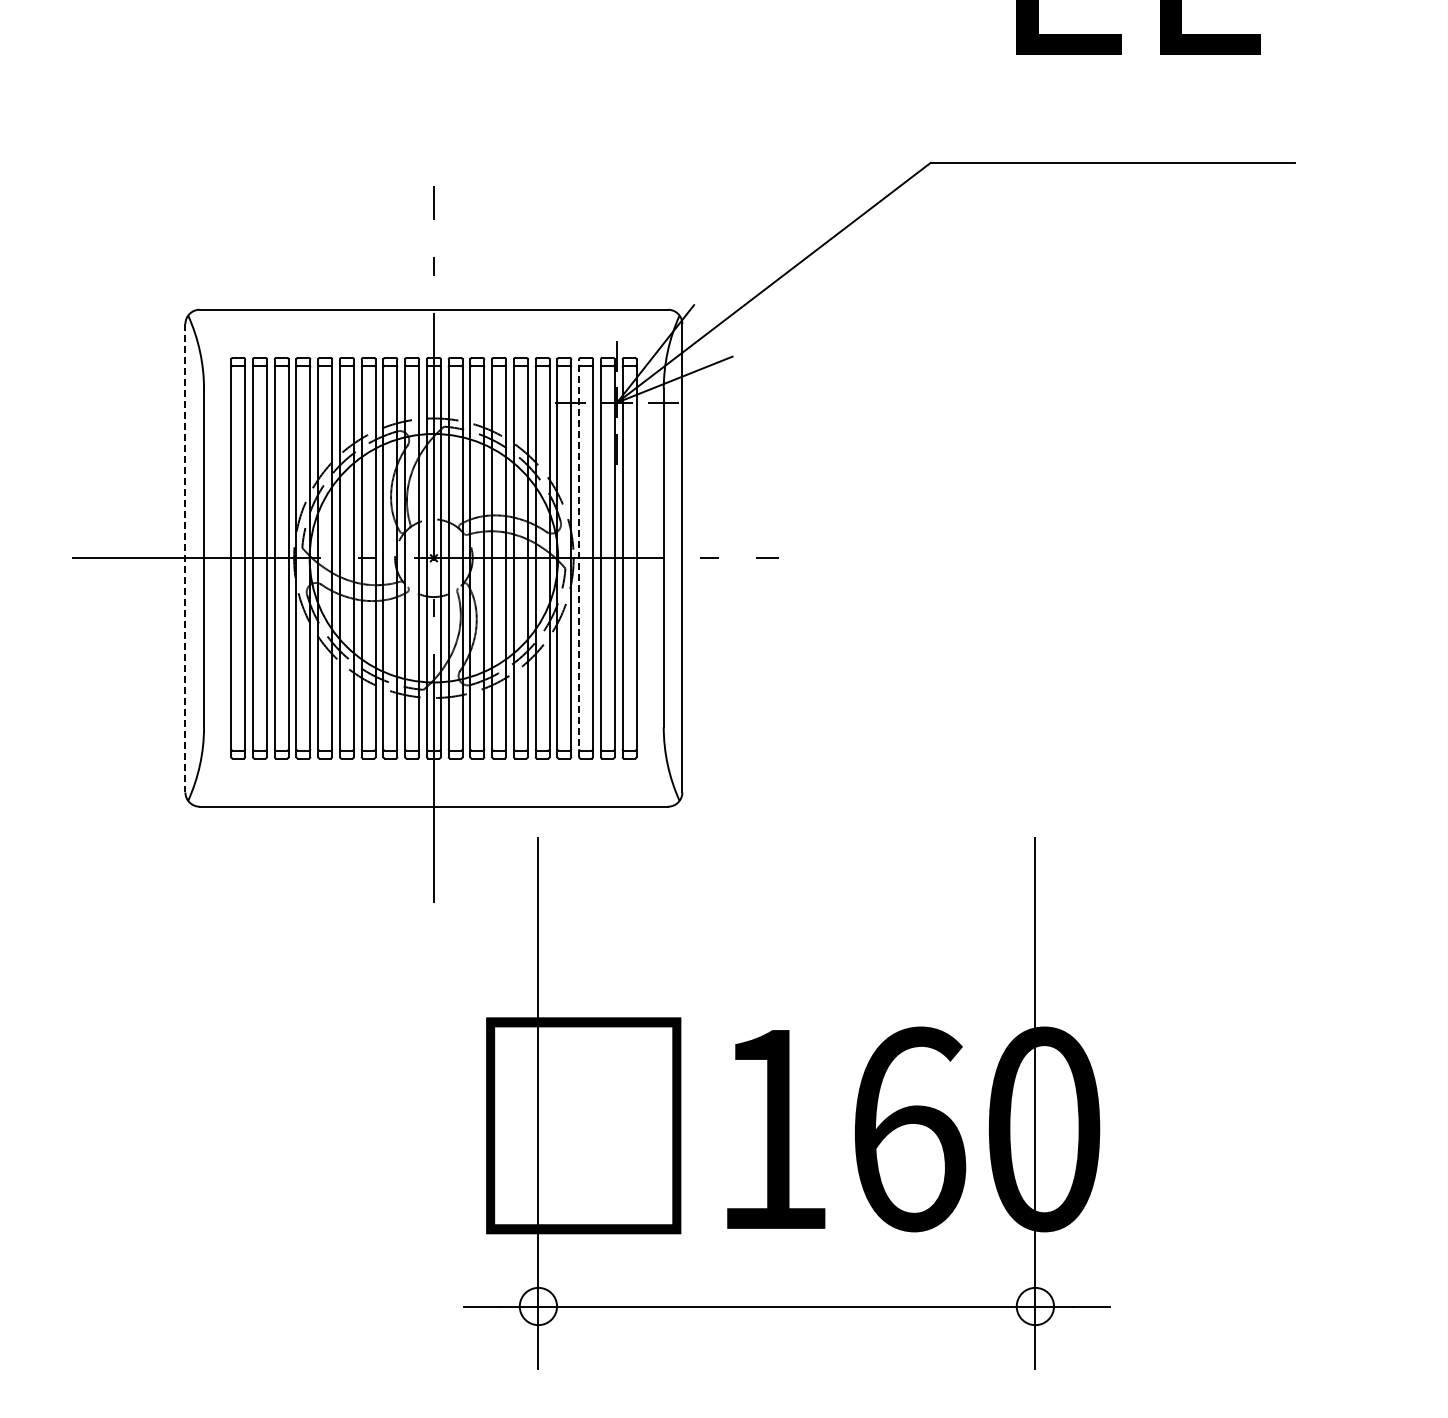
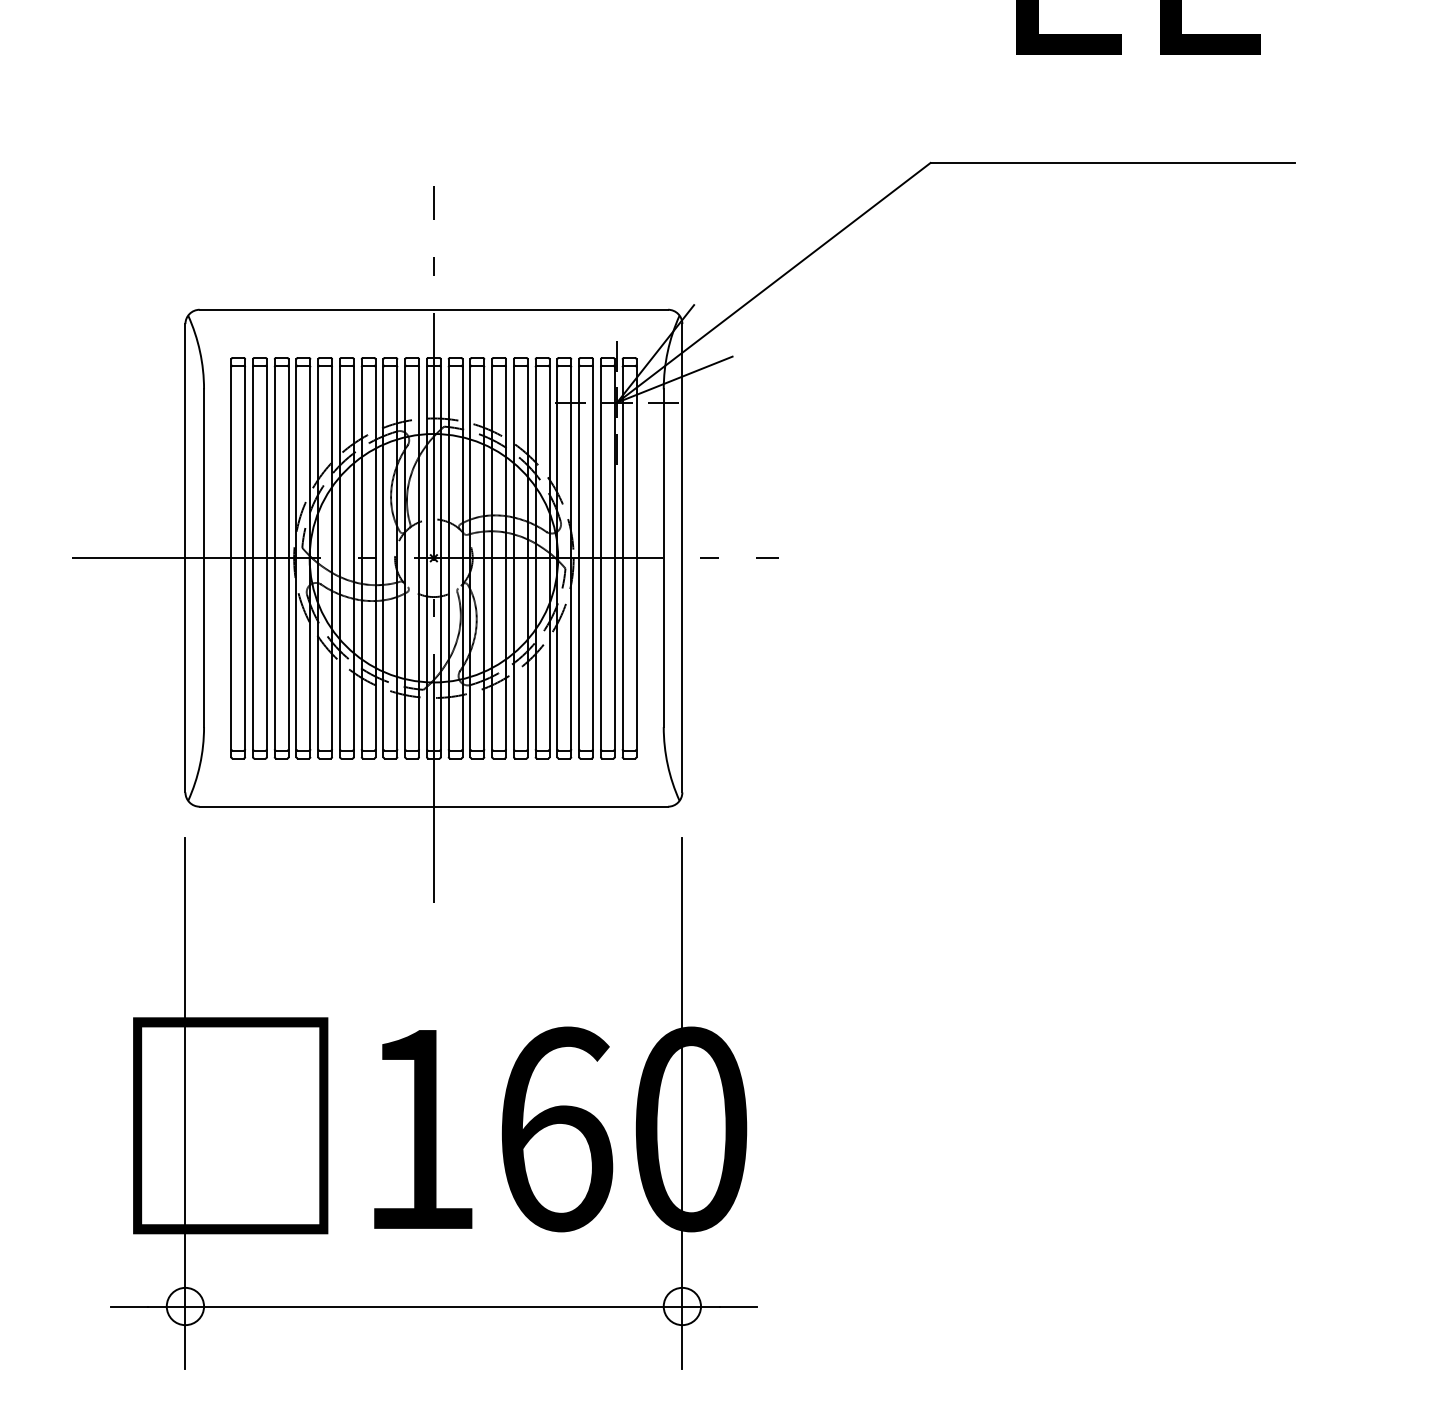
line at (185, 558): dashed -> solid
line at (579, 558): dashed -> solid
part at (786, 1103) position: (786, 1103) -> (433, 1103)
